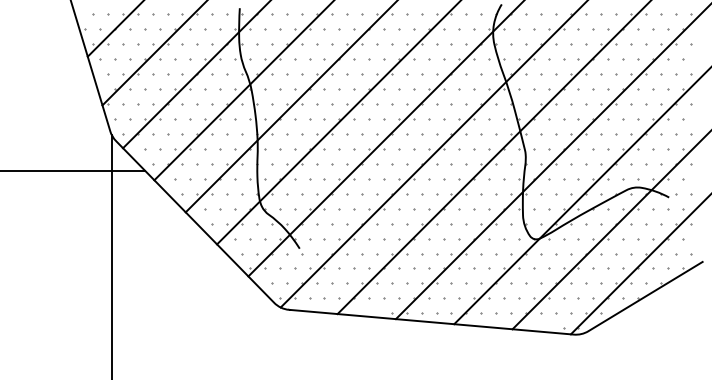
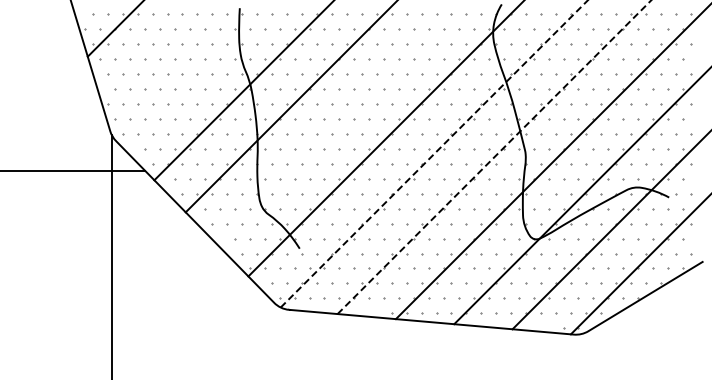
line at (153, 53): present -> none
line at (195, 75): present -> none
line at (337, 123): present -> none
line at (434, 153): solid -> dashed
line at (494, 157): solid -> dashed
